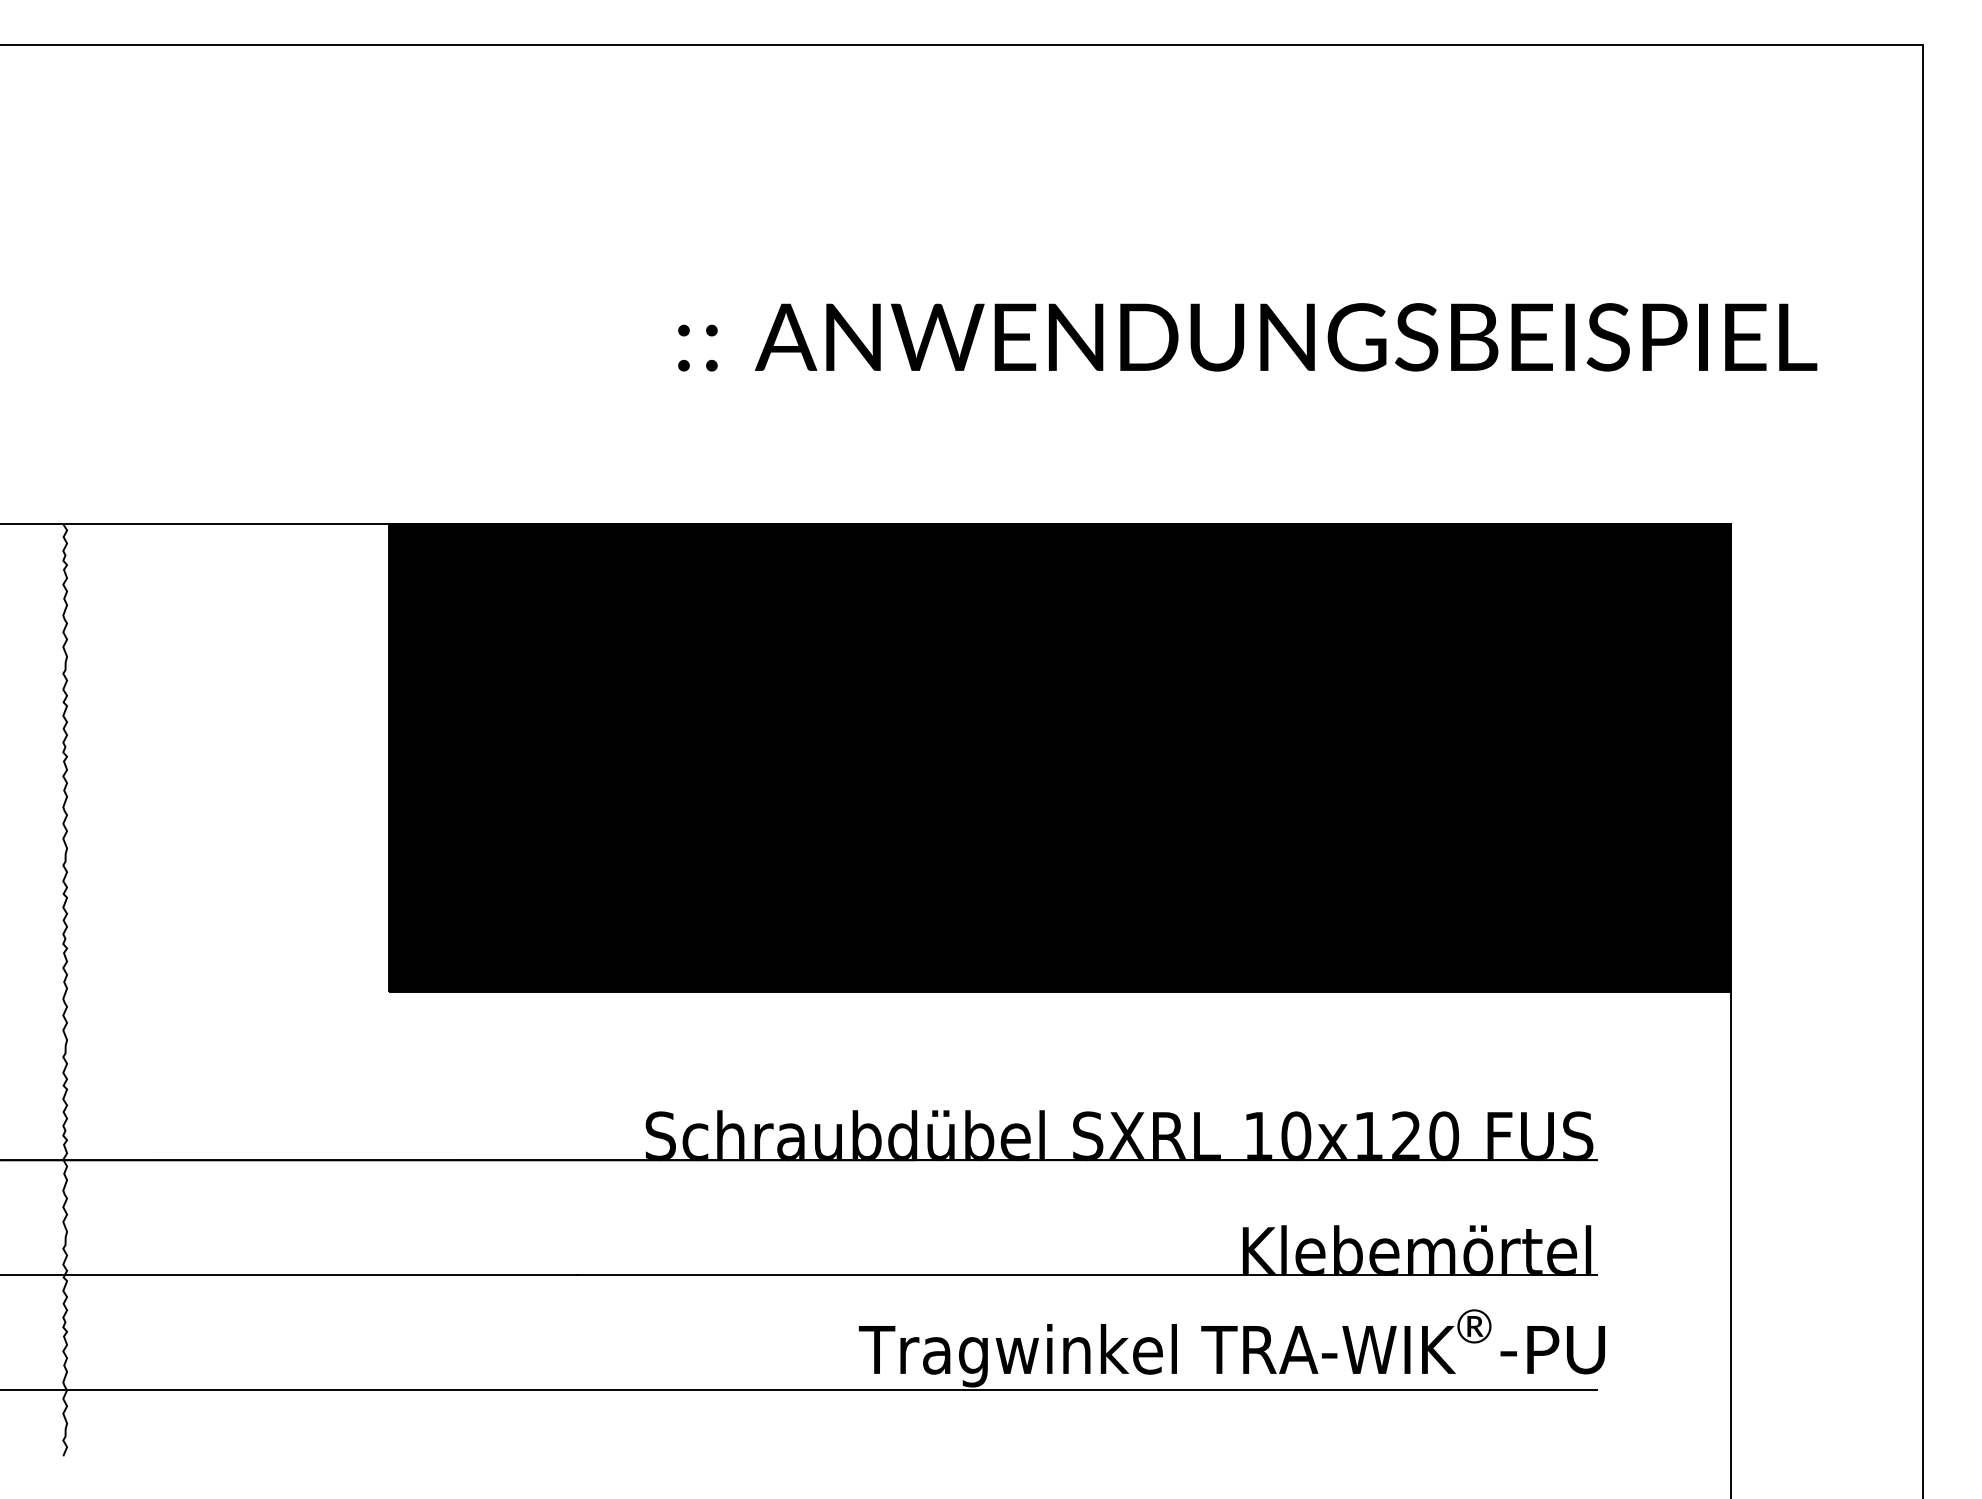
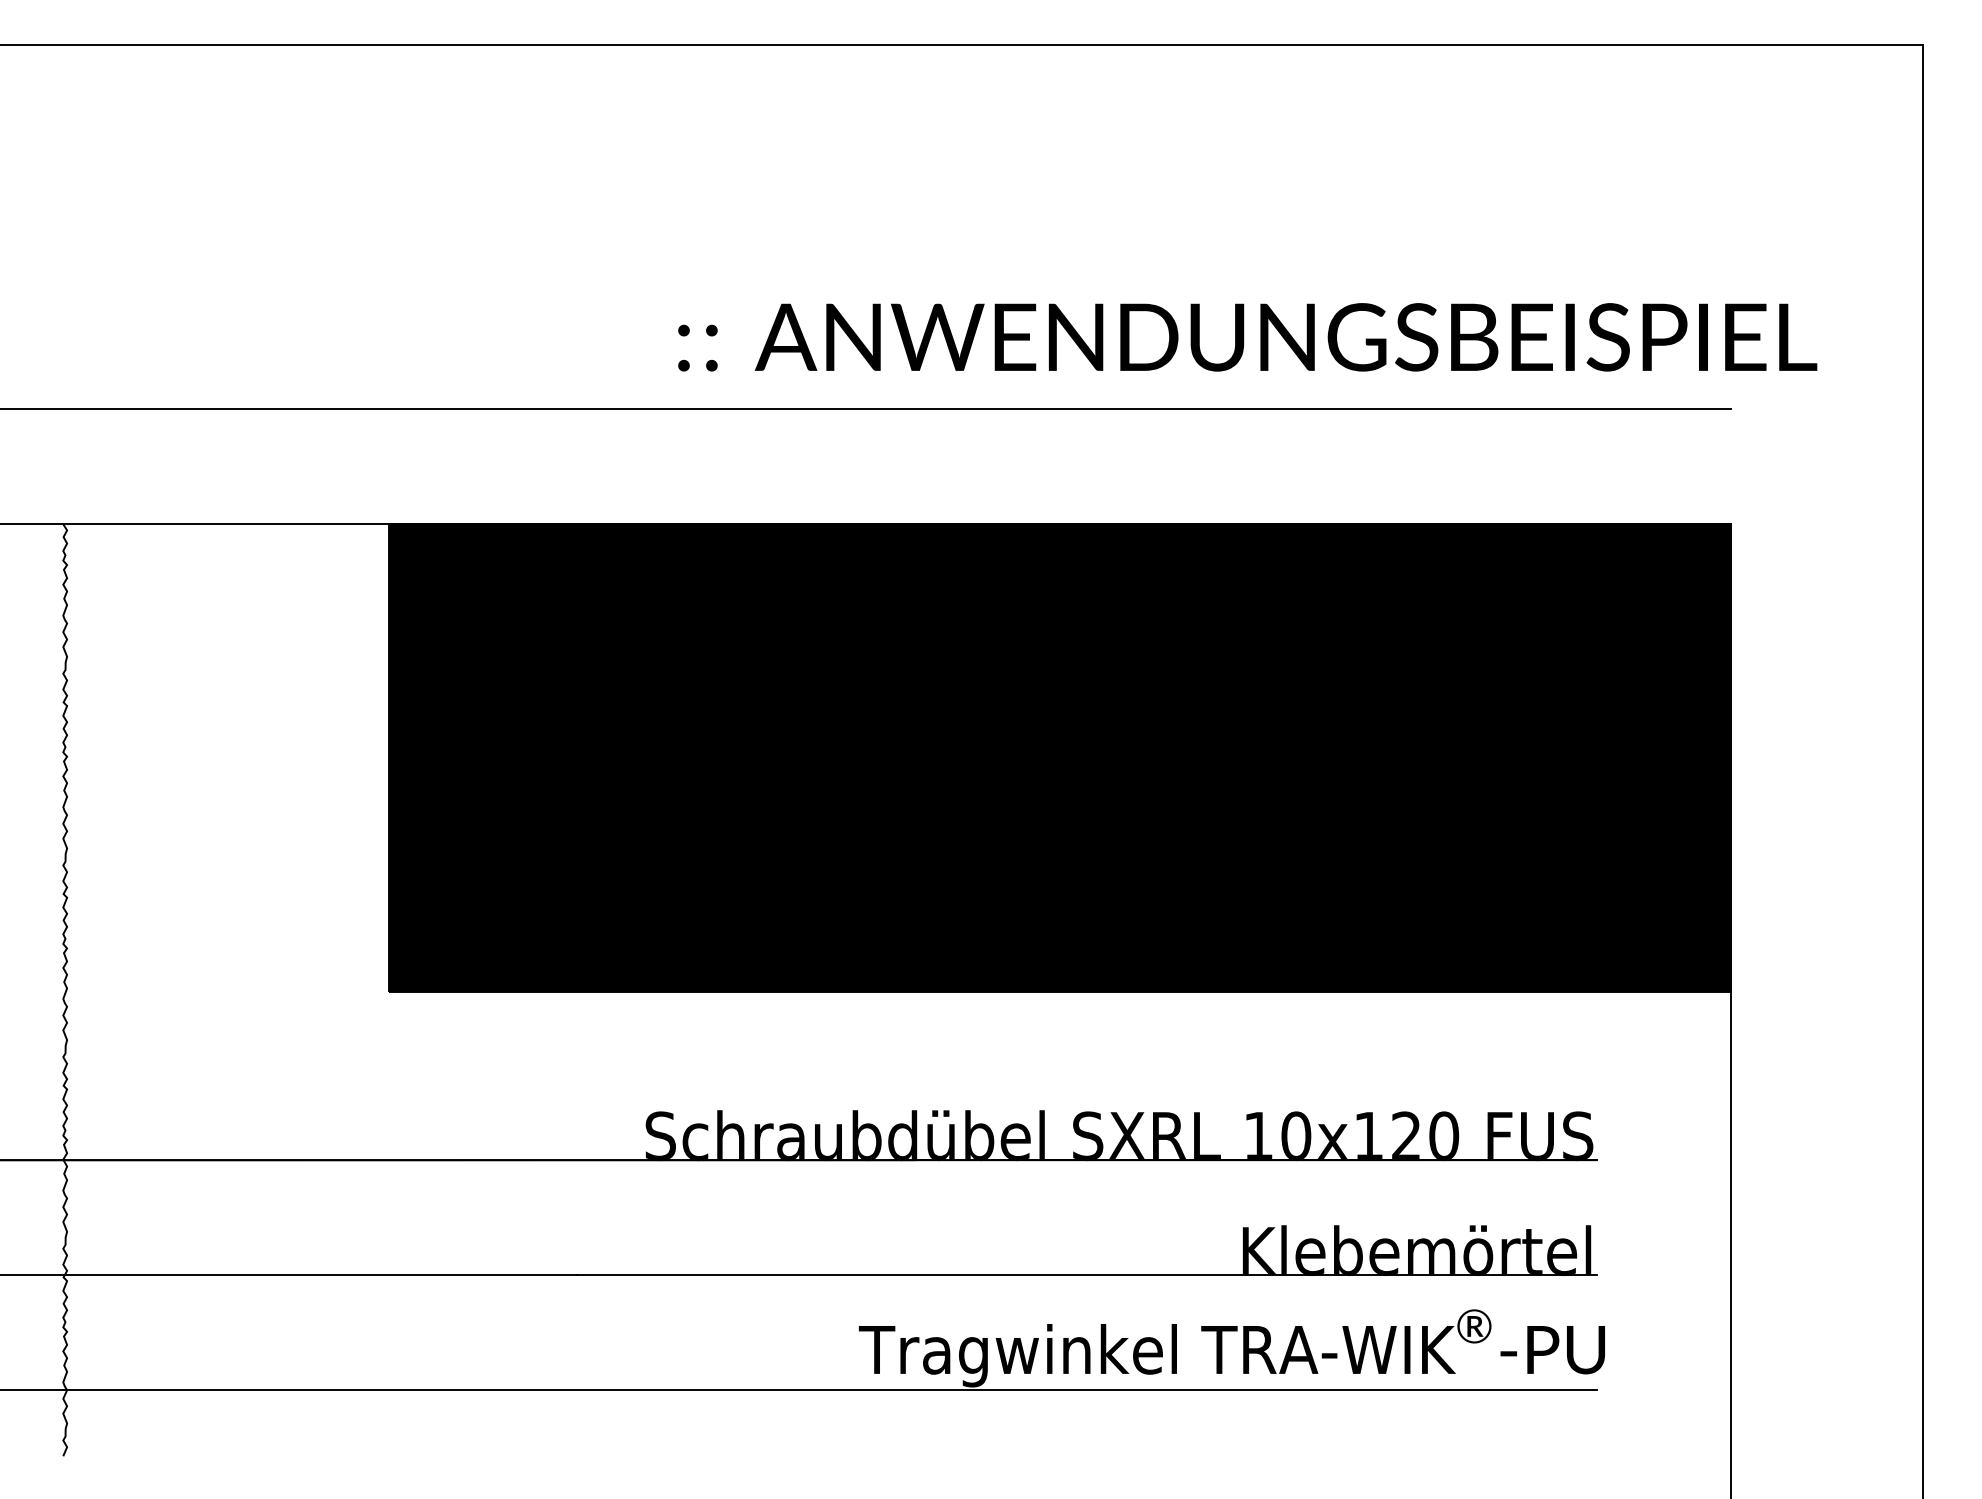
line at (866, 409): none -> present
